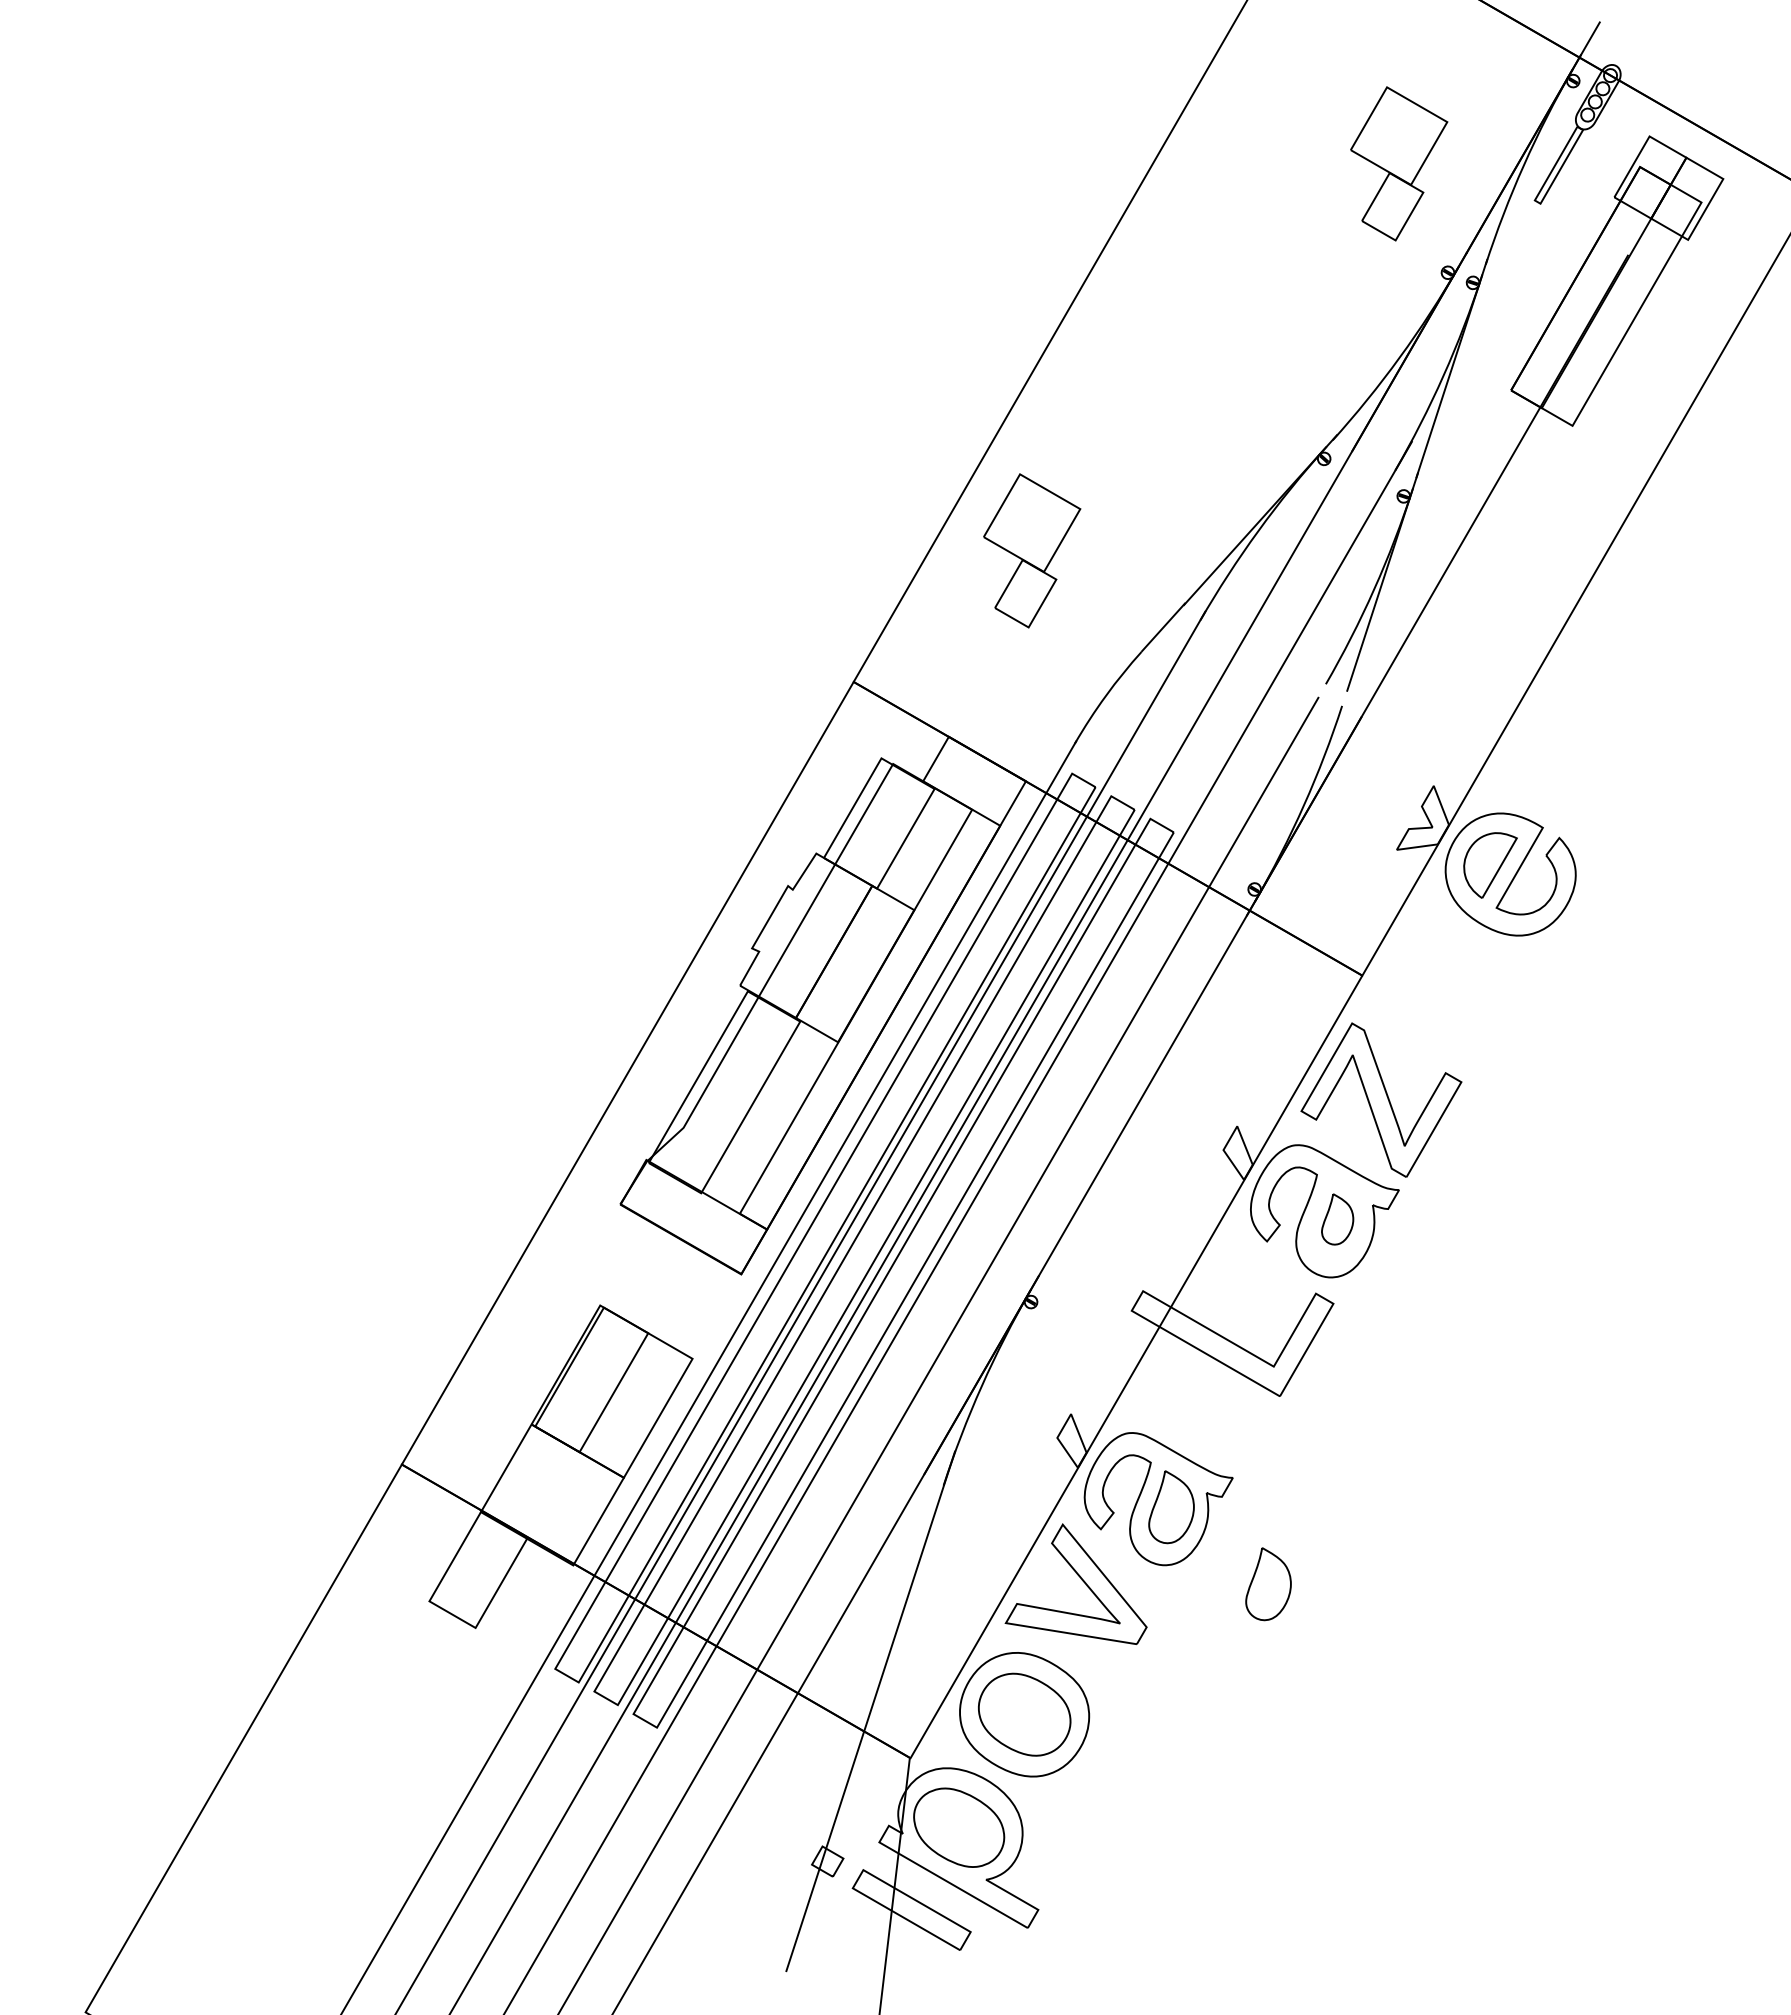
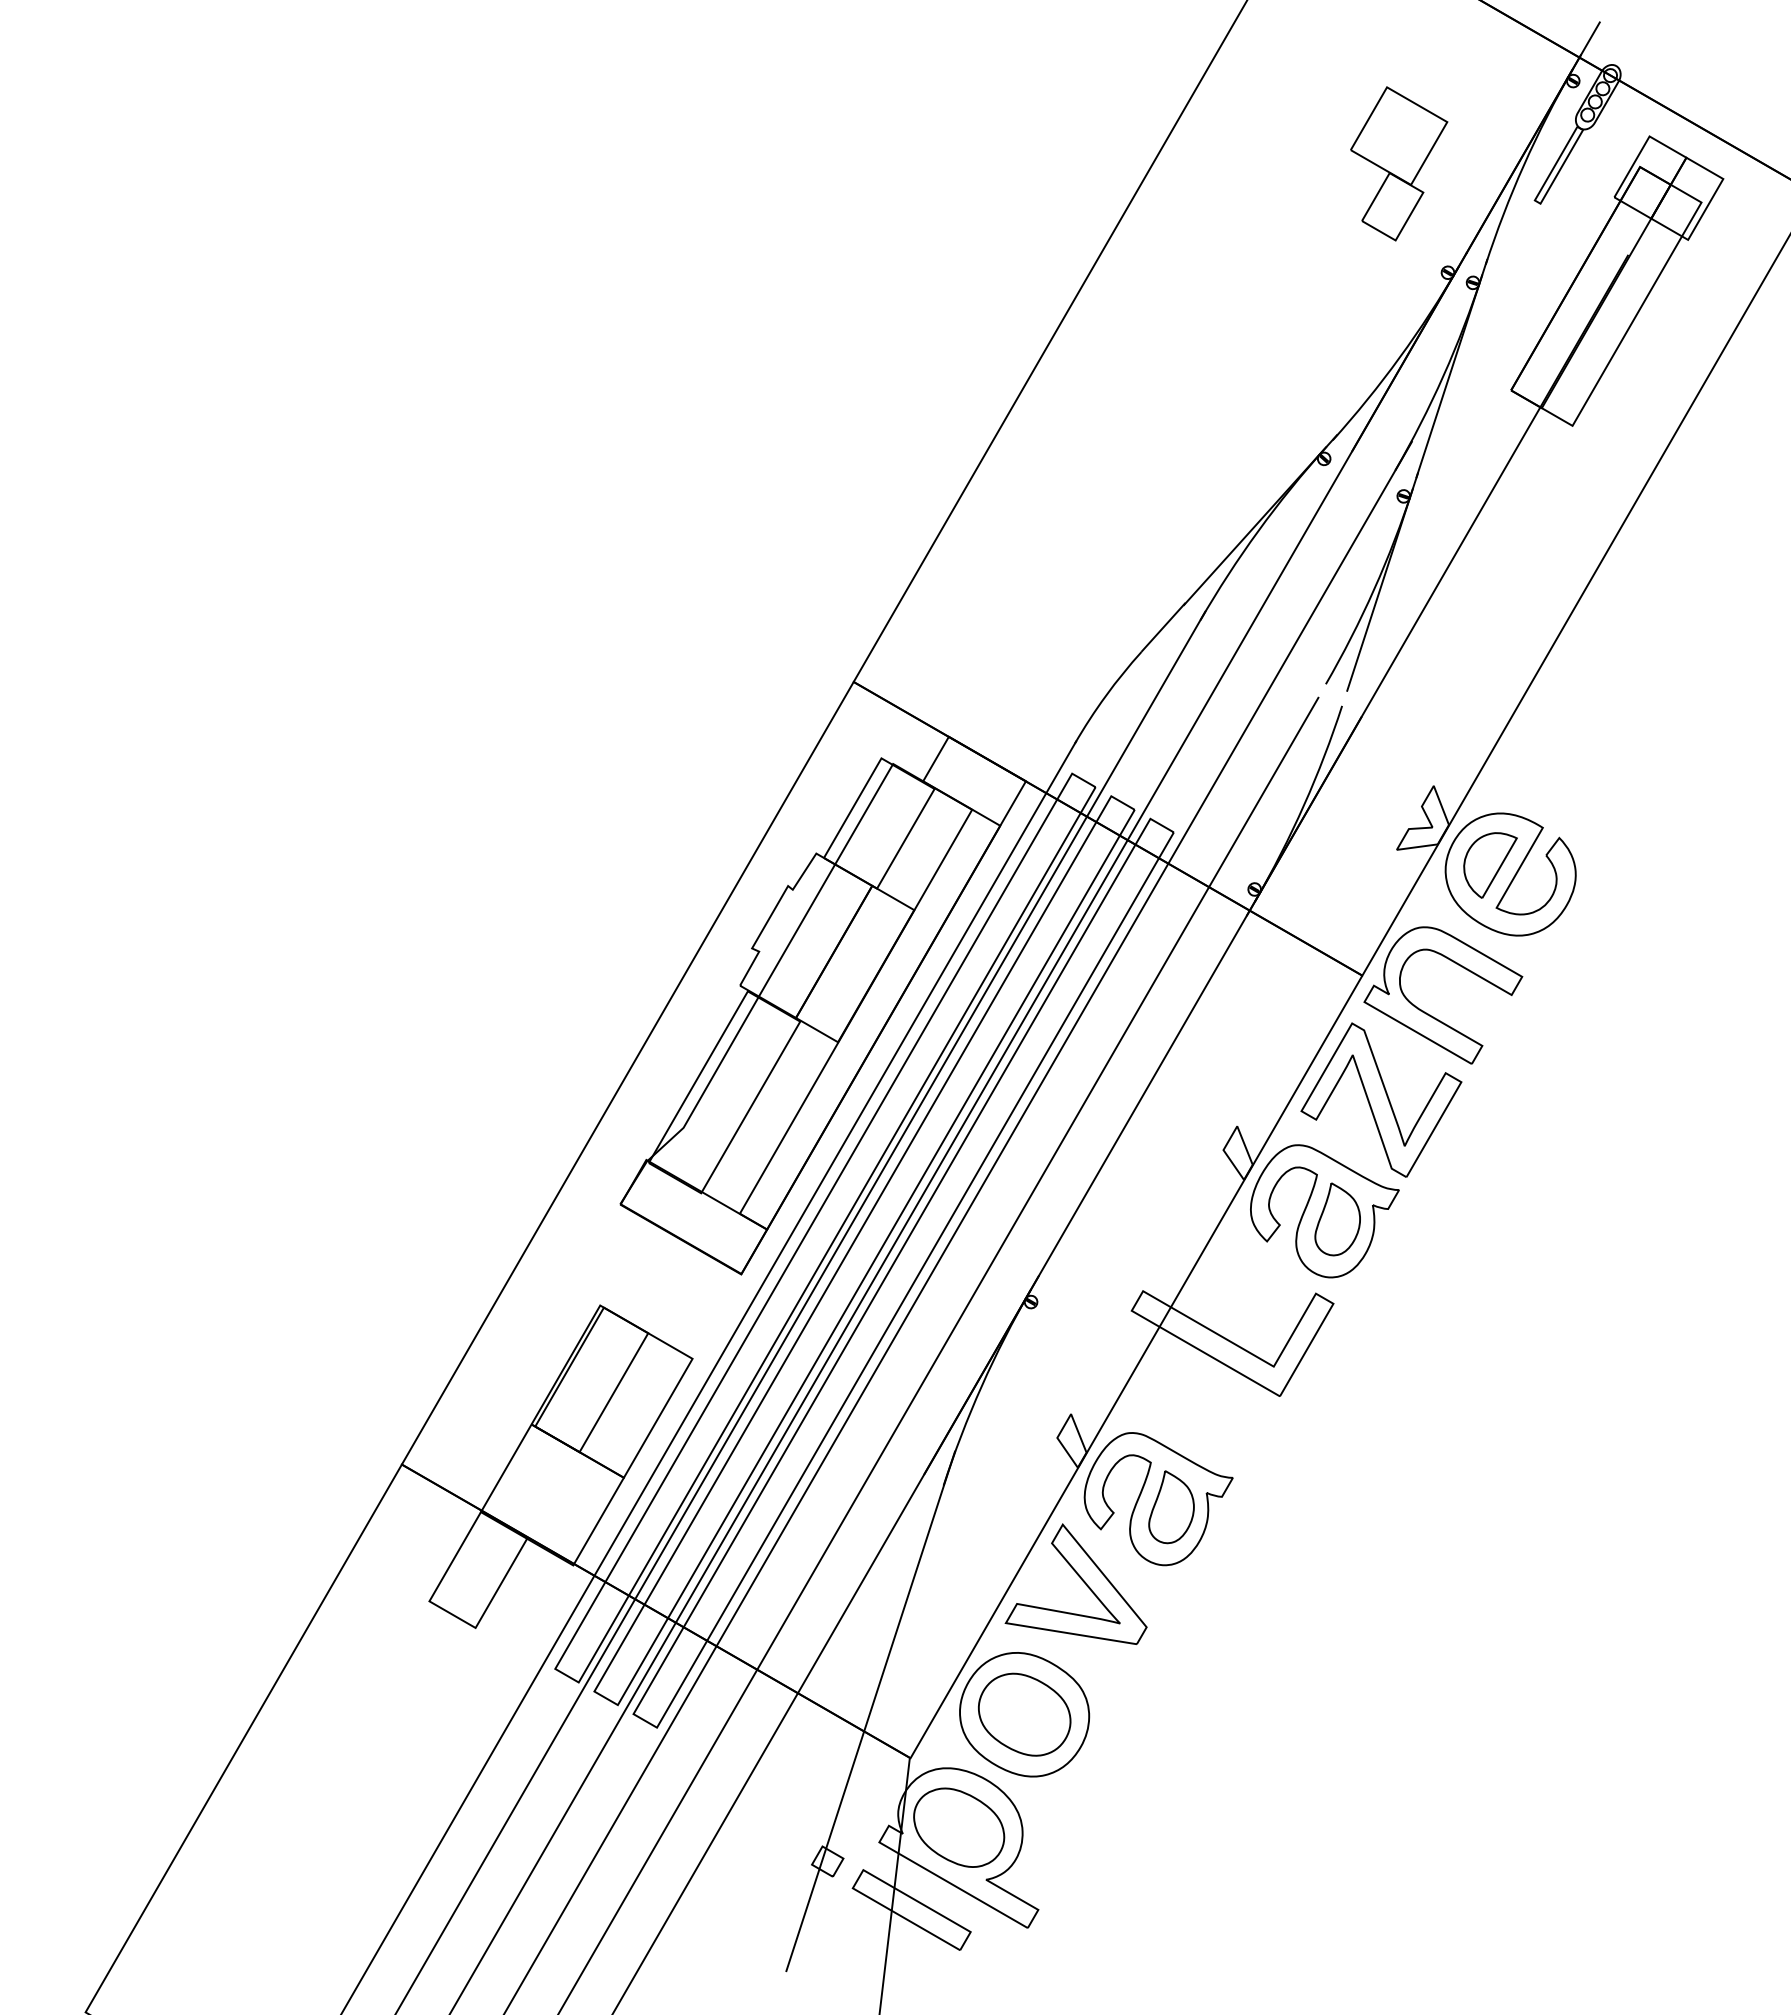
part at (1032, 550): present -> none
part at (1430, 1014): none -> present
part at (1337, 1219) size: 34x53 px -> 47x75 px
part at (1268, 1584): present -> none
